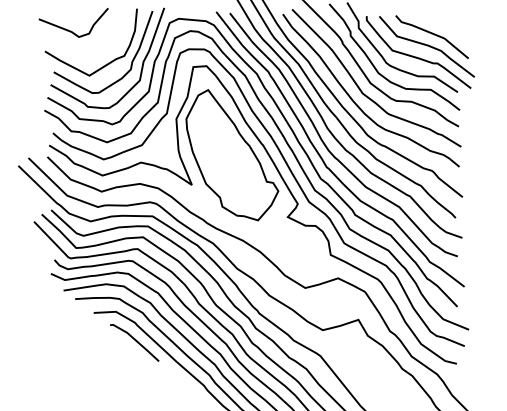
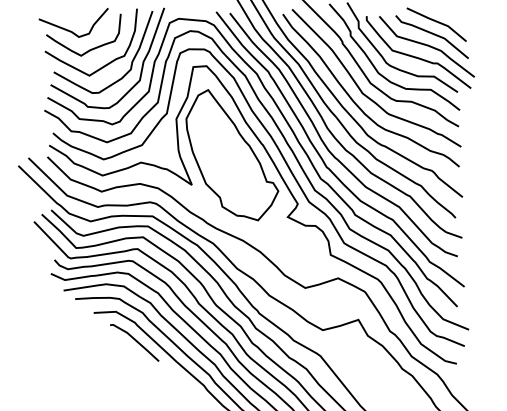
line at (436, 22): none -> present
curve at (91, 48): none -> present
